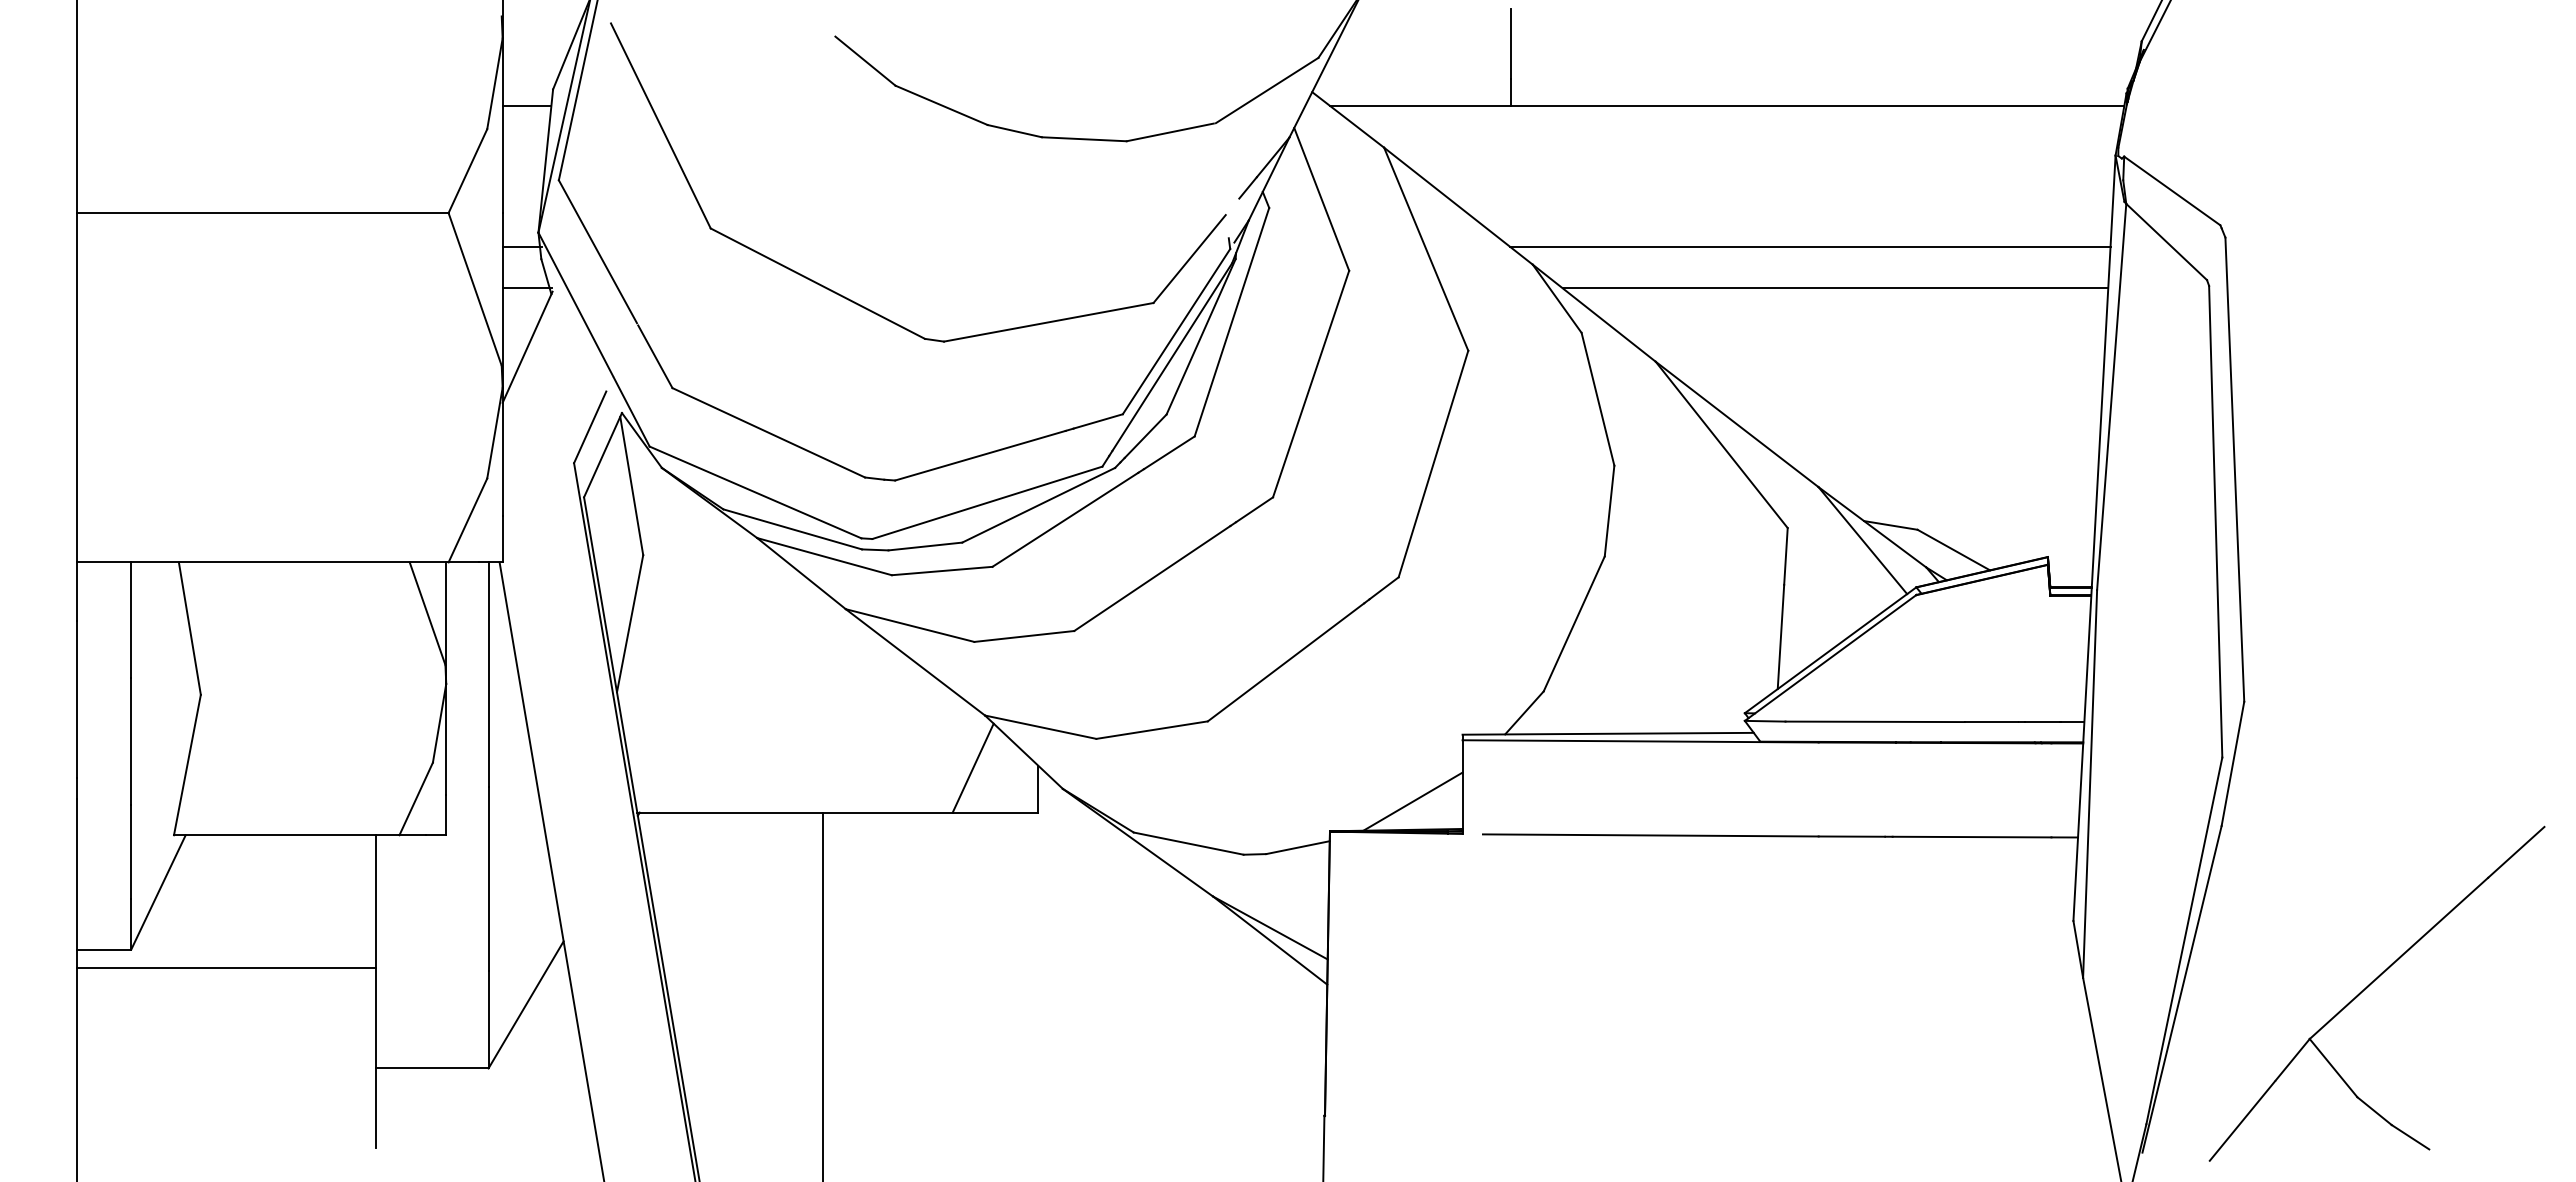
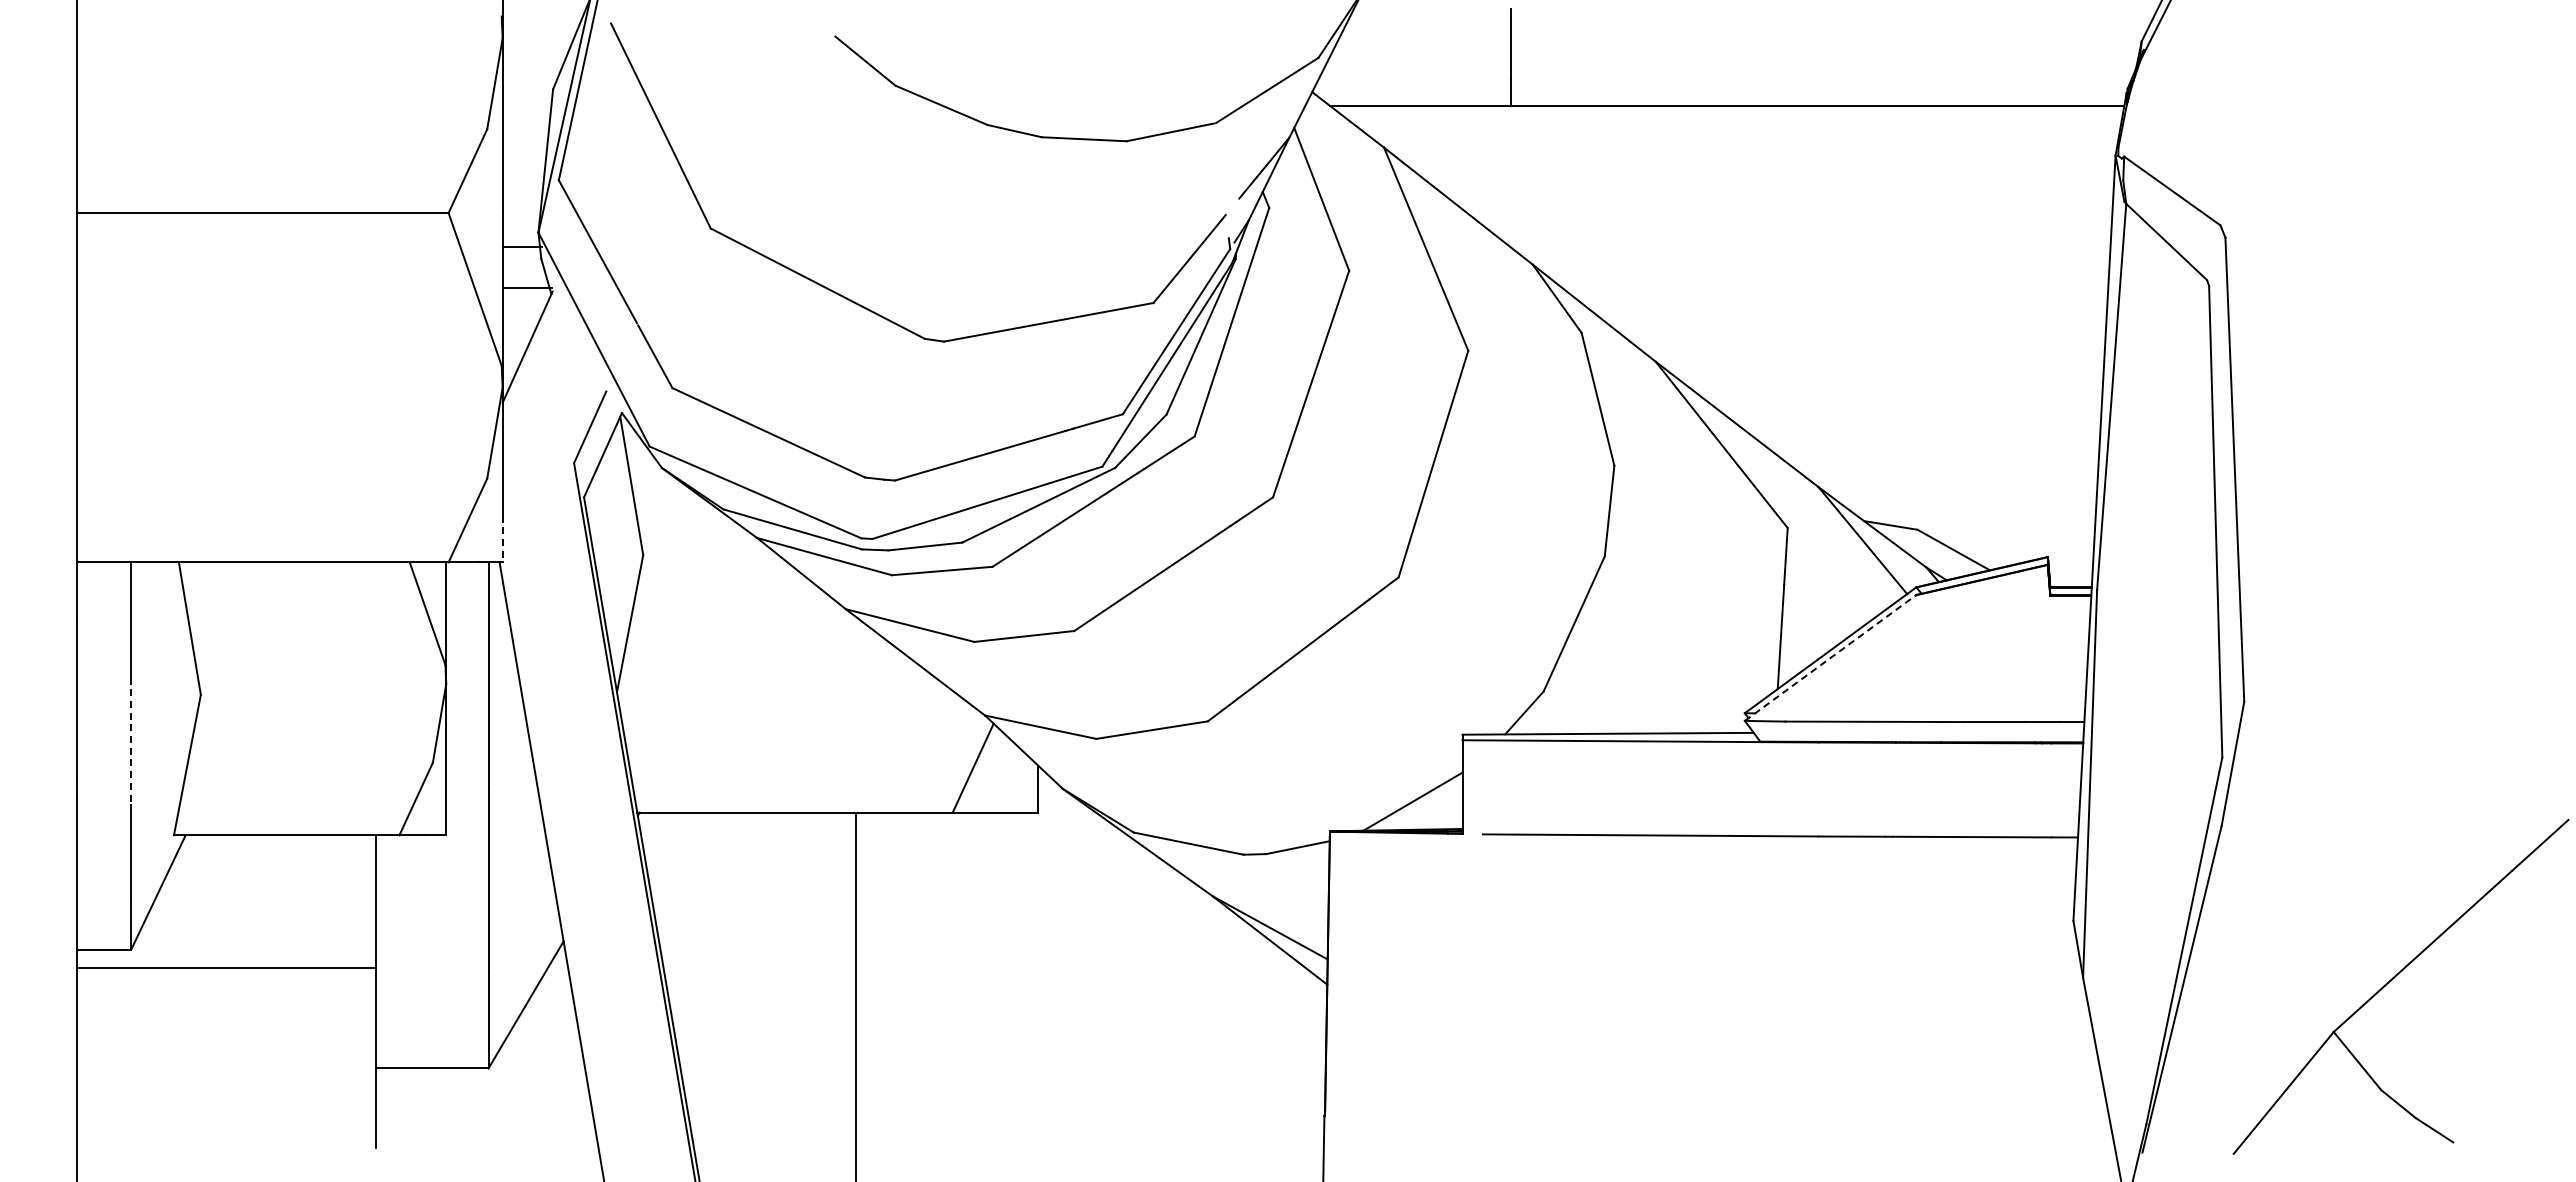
line at (526, 105): present -> none
line at (1809, 246): present -> none
line at (1835, 288): present -> none
line at (502, 539): solid -> dashed
line at (1831, 657): solid -> dashed
line at (131, 741): solid -> dashed
part at (2369, 986) position: (2369, 986) -> (2393, 979)
line at (823, 995) position: (823, 995) -> (856, 995)
